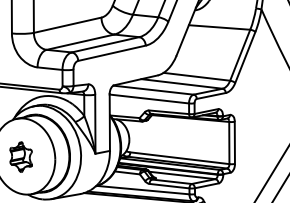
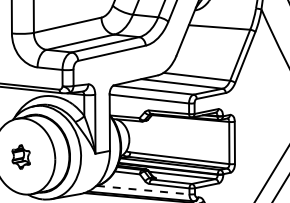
part at (20, 156) size: 24x32 px -> 20x26 px
line at (143, 190): solid -> dashed
